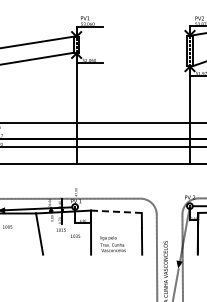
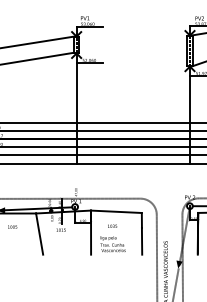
line at (102, 131): none -> present
line at (102, 155): none -> present
line at (116, 211): dashed -> solid
text at (7, 226) position: (7, 226) -> (12, 226)
text at (75, 235) position: (75, 235) -> (112, 225)
